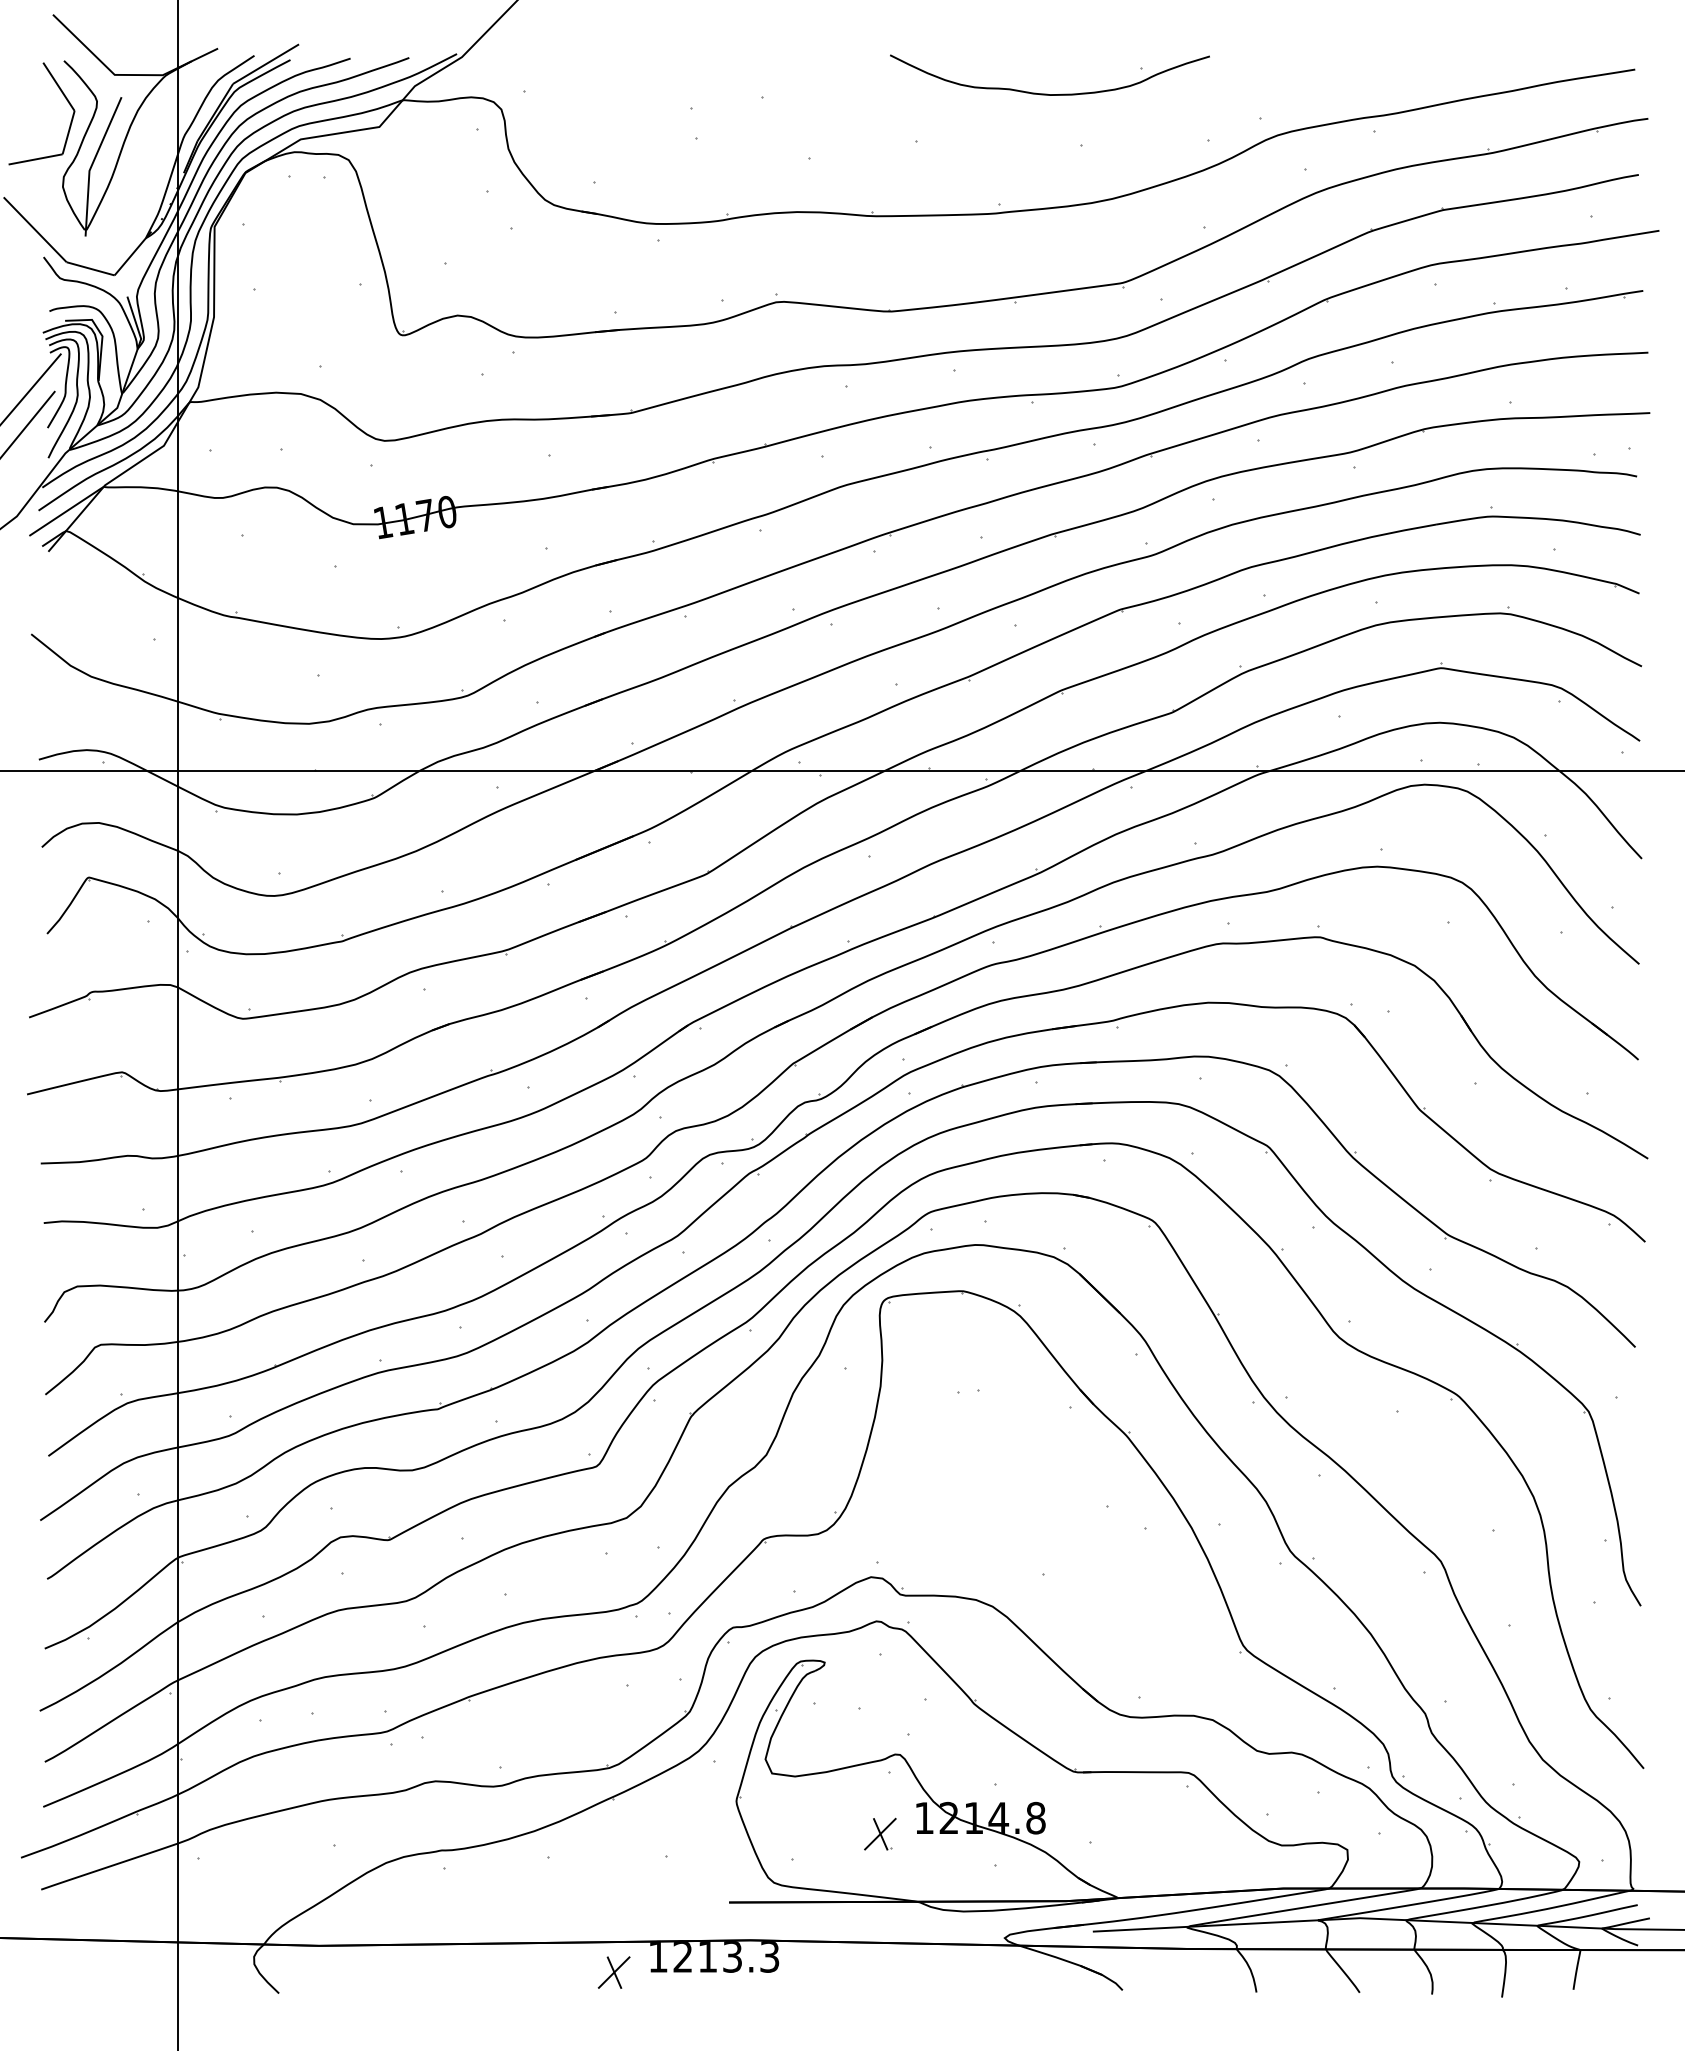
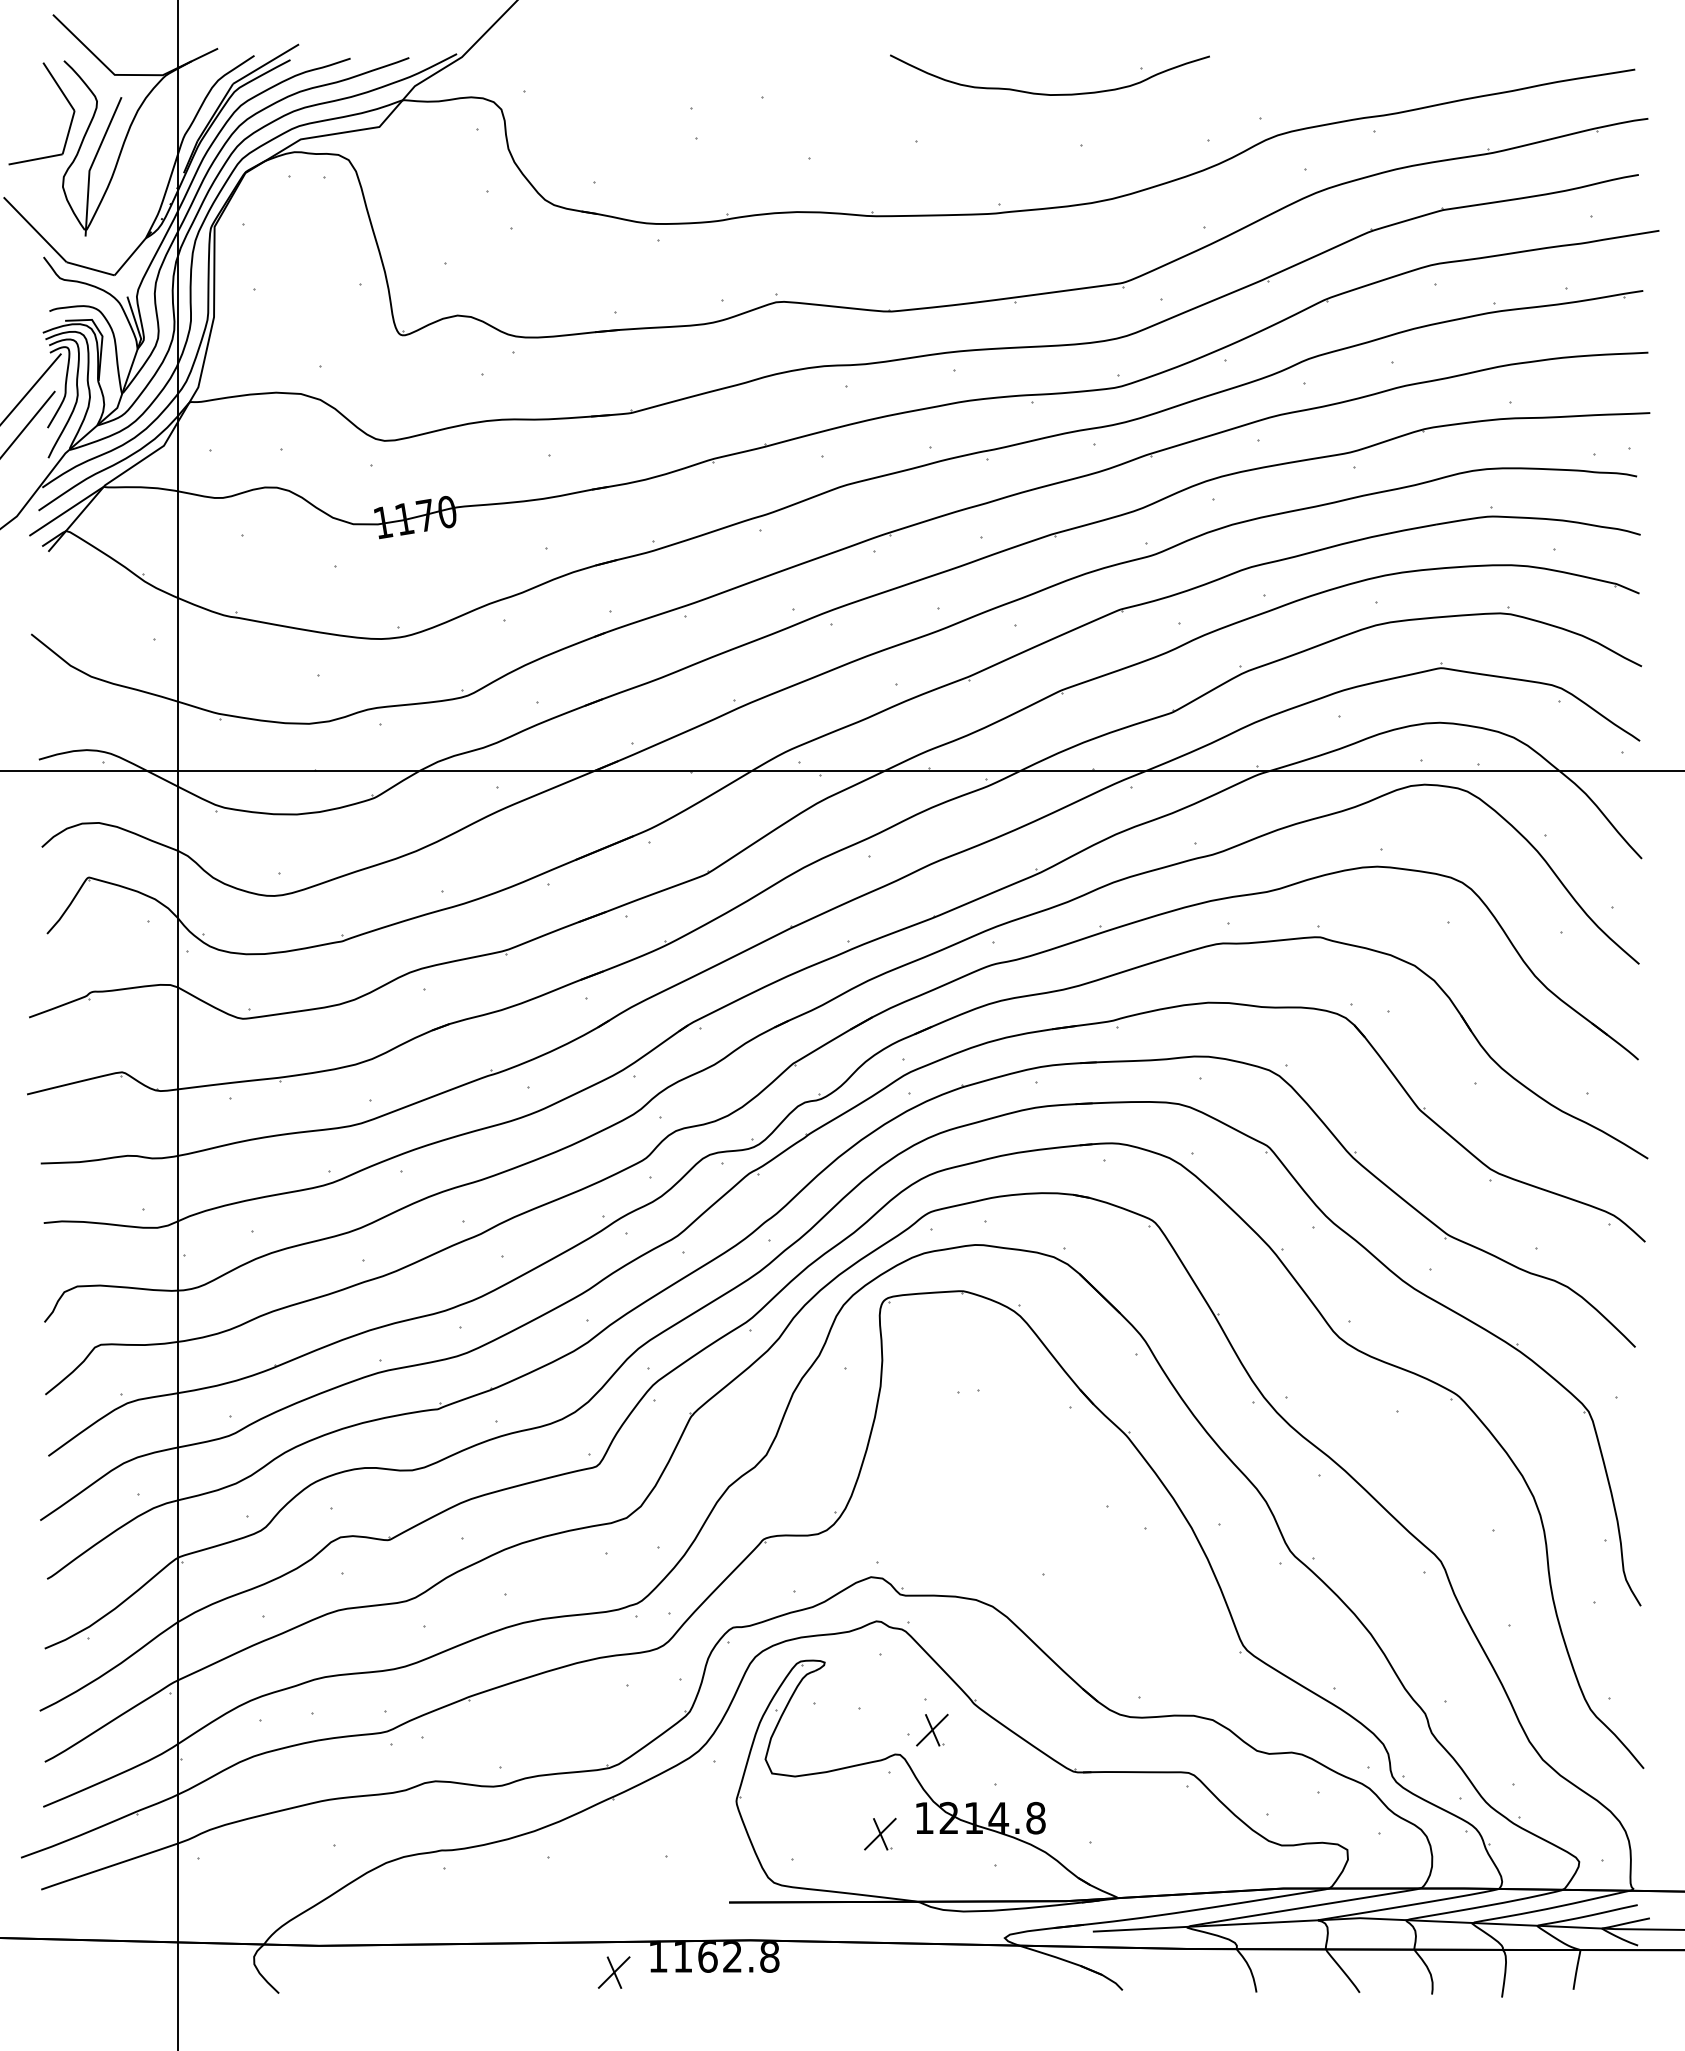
part at (932, 1729): none -> present
text at (726, 1956): 1213.3 -> 1162.8
